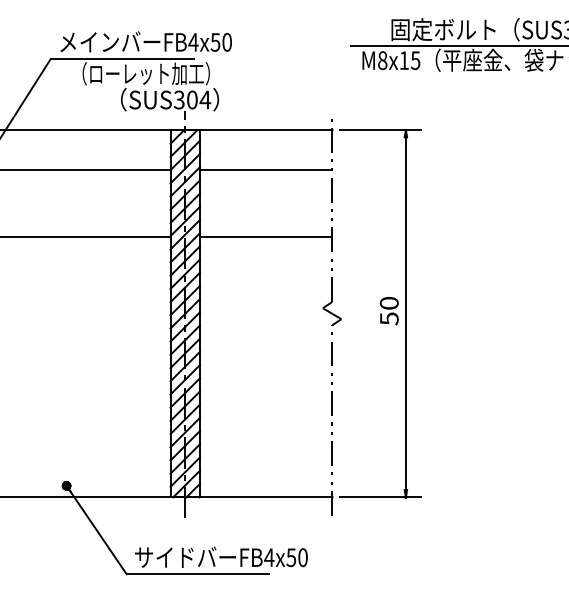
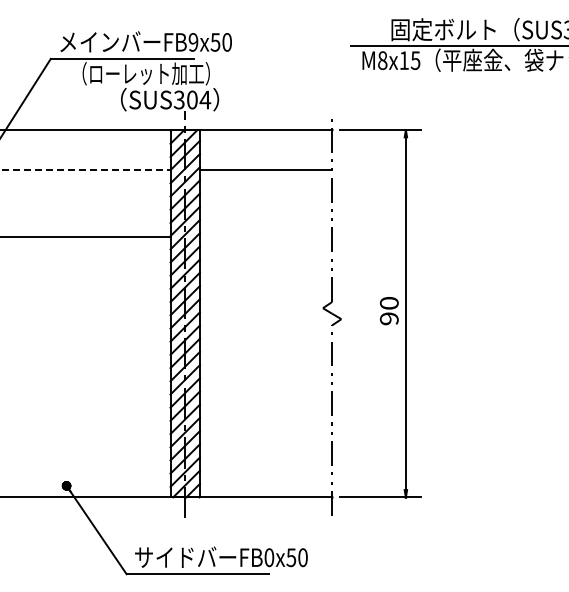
text at (193, 42): FB4x50 -> FB9x50
line at (85, 170): solid -> dashed
line at (265, 236): present -> none
text at (388, 318): 50 -> 90
text at (269, 557): FB4x50 -> FB0x50
